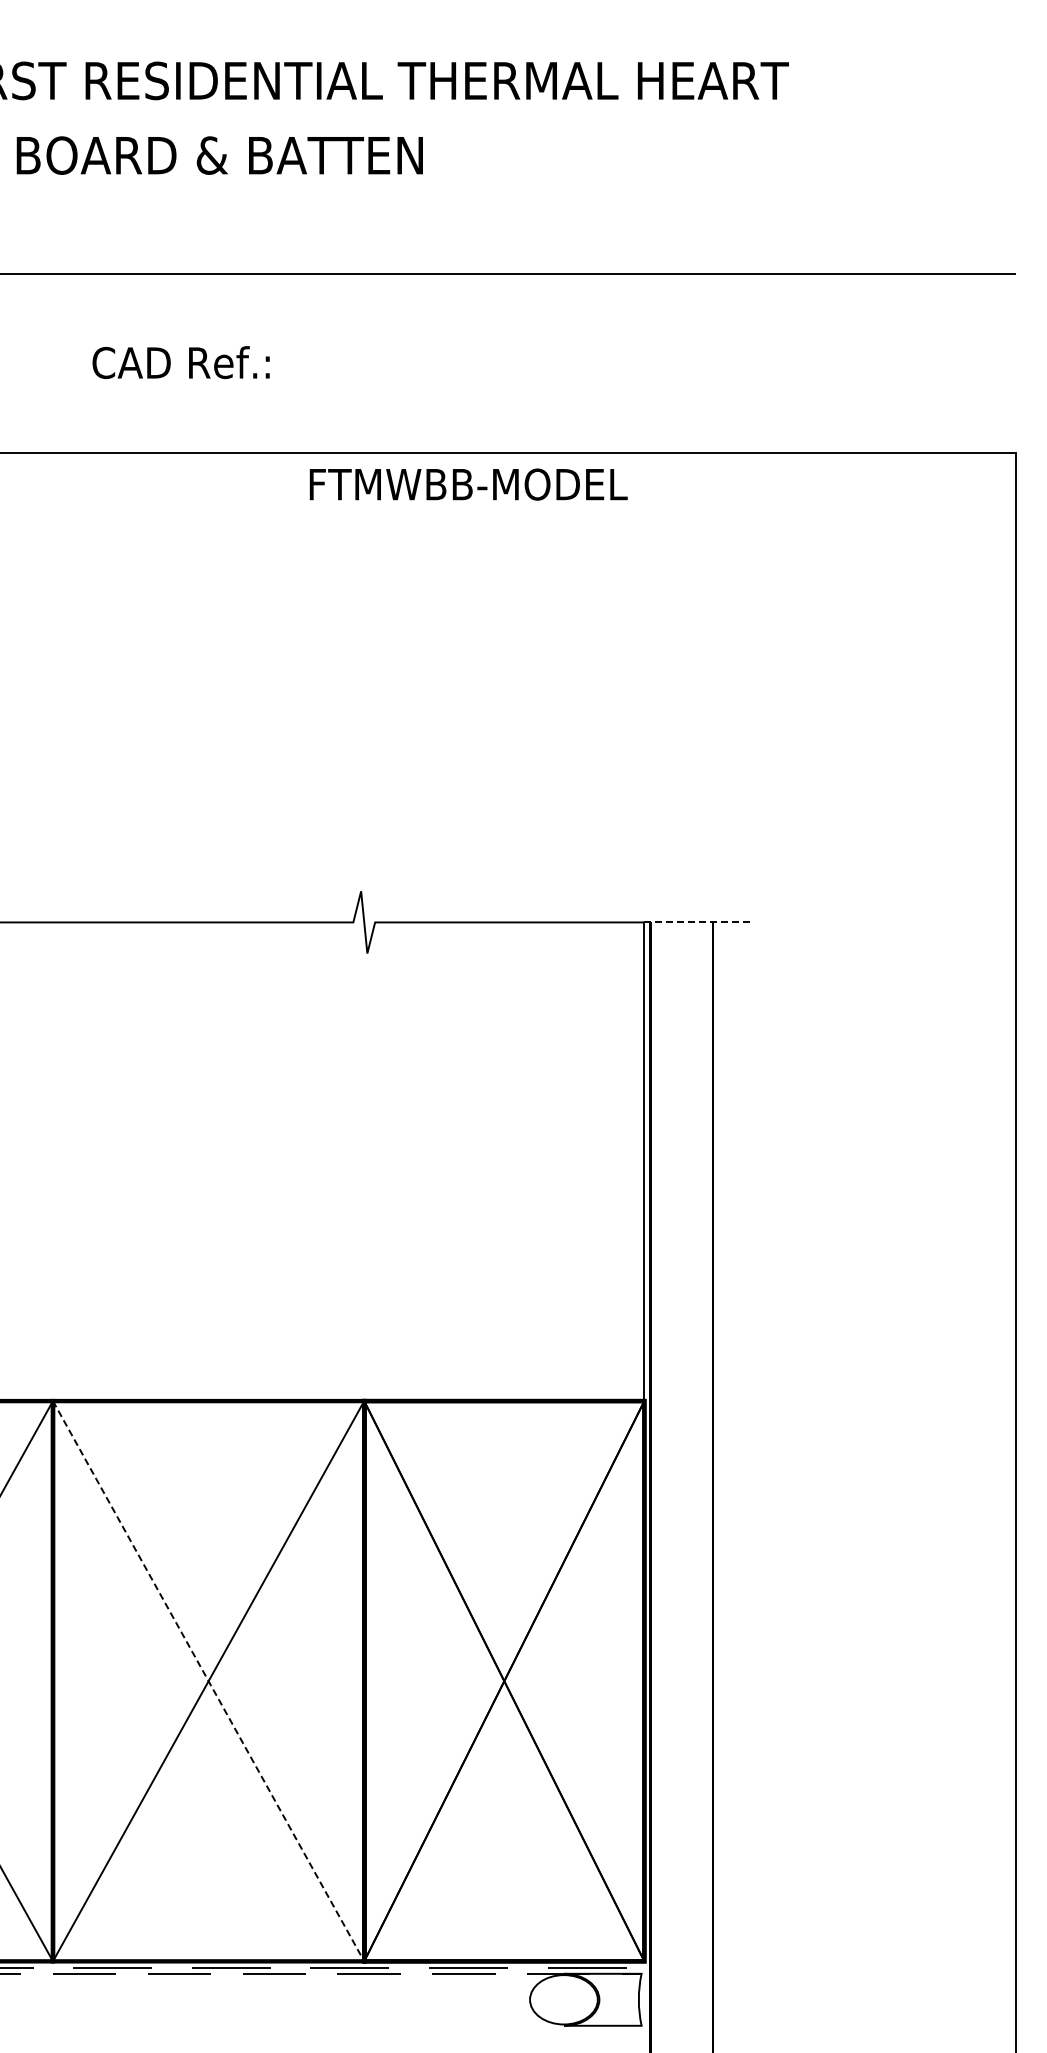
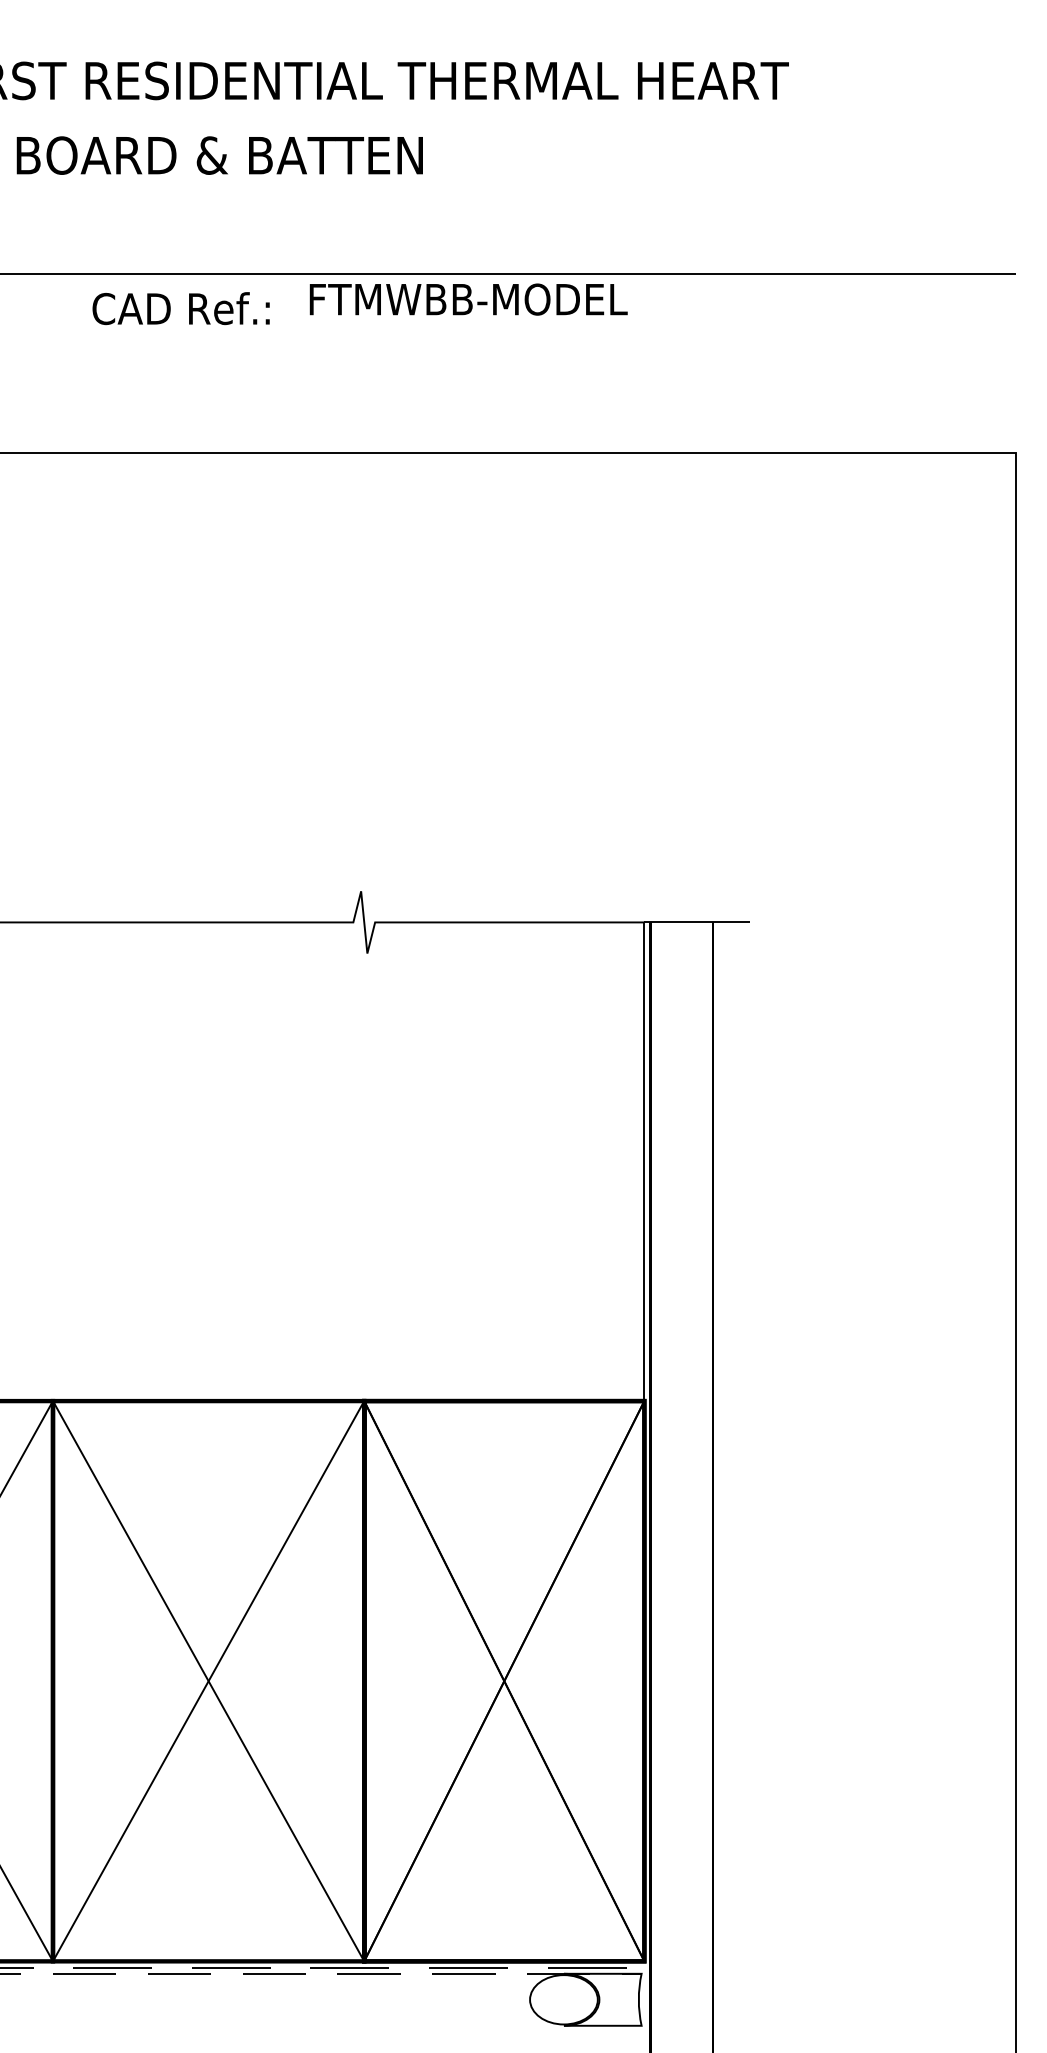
text at (180, 362) position: (180, 362) -> (180, 308)
text at (468, 484) position: (468, 484) -> (468, 299)
line at (697, 922): dashed -> solid
line at (208, 1681): dashed -> solid
